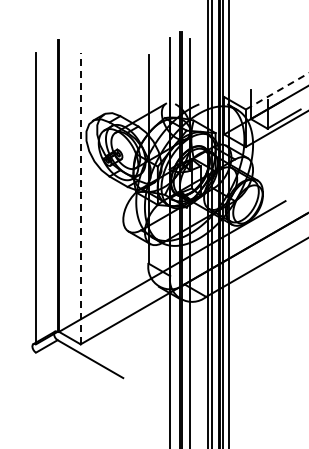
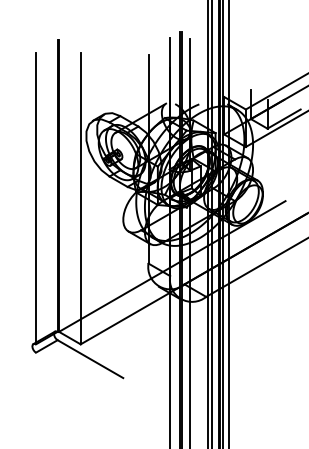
line at (277, 91): dashed -> solid
line at (80, 198): dashed -> solid
